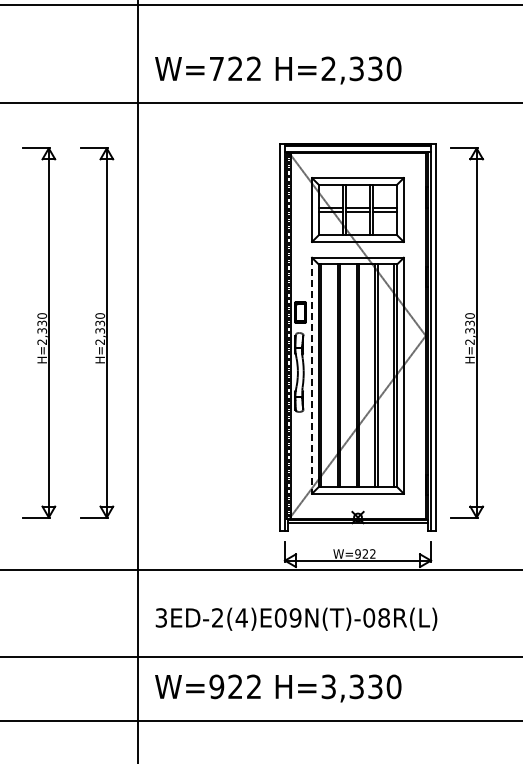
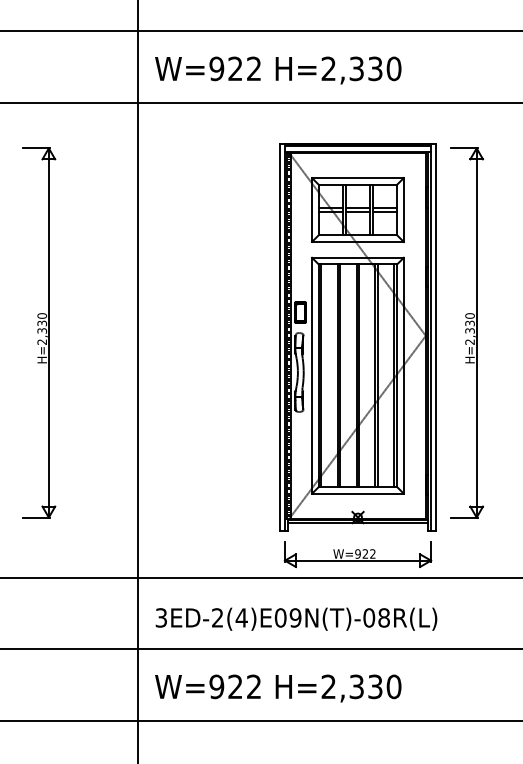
line at (260, 5) position: (260, 5) -> (260, 31)
text at (216, 68): W=722 -> W=922
part at (97, 332): present -> none
line at (312, 375): dashed -> solid
line at (260, 569) position: (260, 569) -> (260, 577)
line at (260, 657) position: (260, 657) -> (260, 649)
text at (328, 687): H=3,330 -> H=2,330
